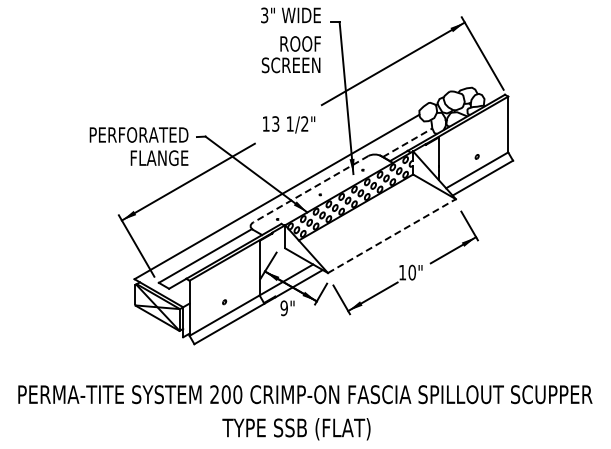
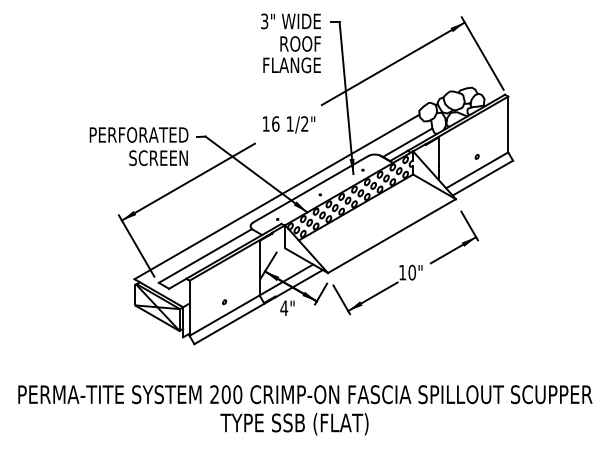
text at (290, 15) position: (290, 15) -> (290, 21)
text at (290, 65): SCREEN -> FLANGE
text at (275, 123): 13 -> 16
line at (407, 142): dashed -> solid
text at (158, 158): FLANGE -> SCREEN
line at (310, 189): dashed -> solid
line at (391, 236): dashed -> solid
text at (284, 308): 9" -> 4"
text at (296, 429) position: (296, 429) -> (294, 424)
